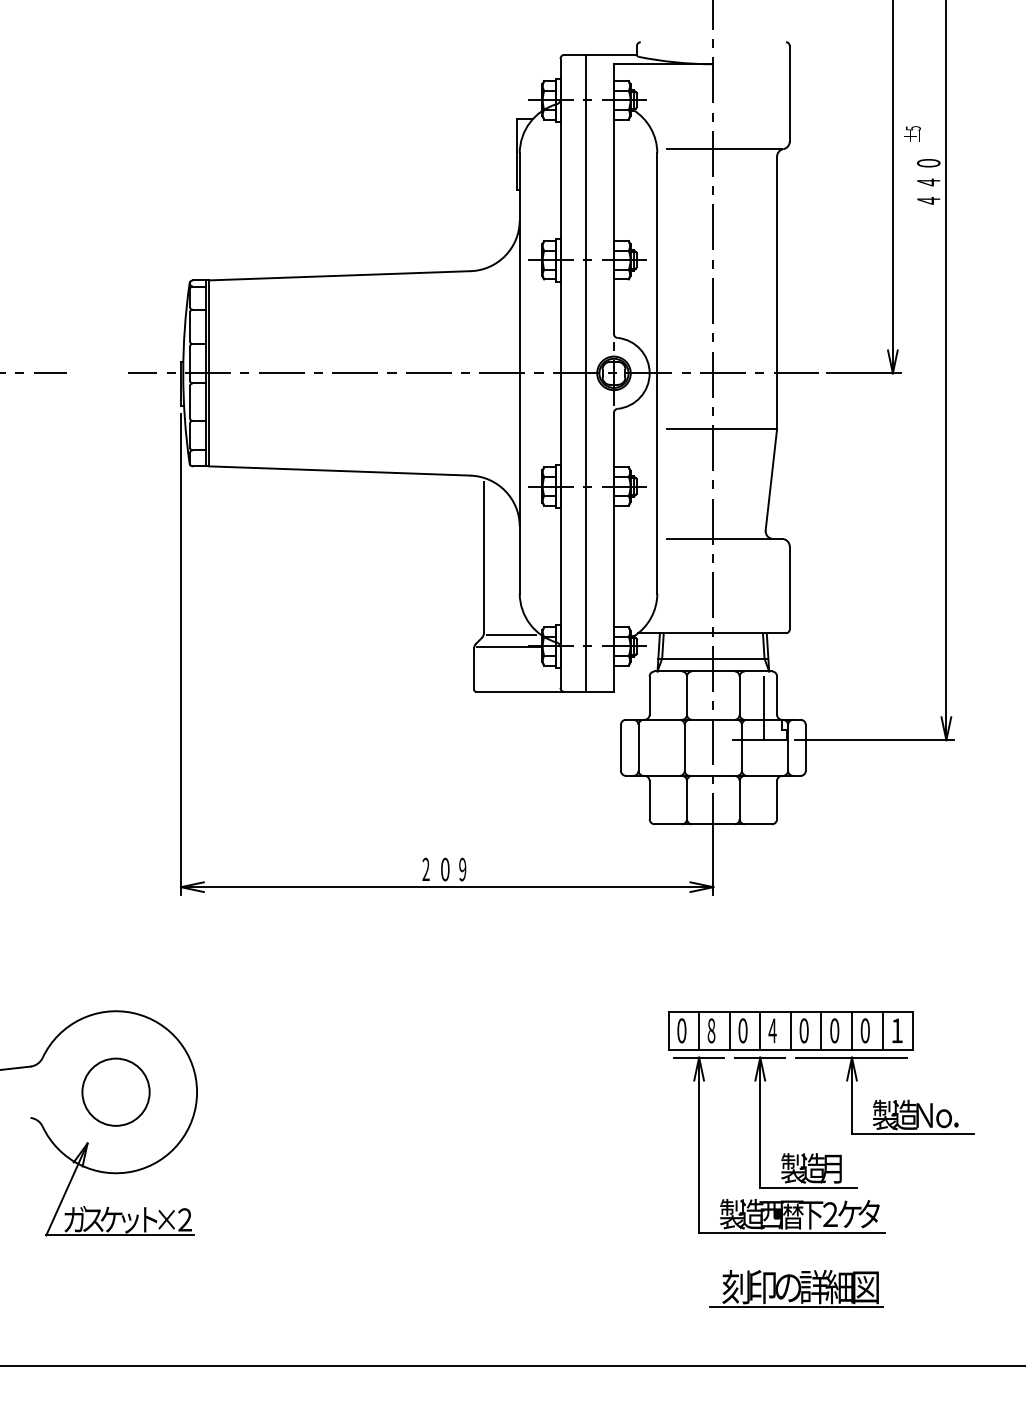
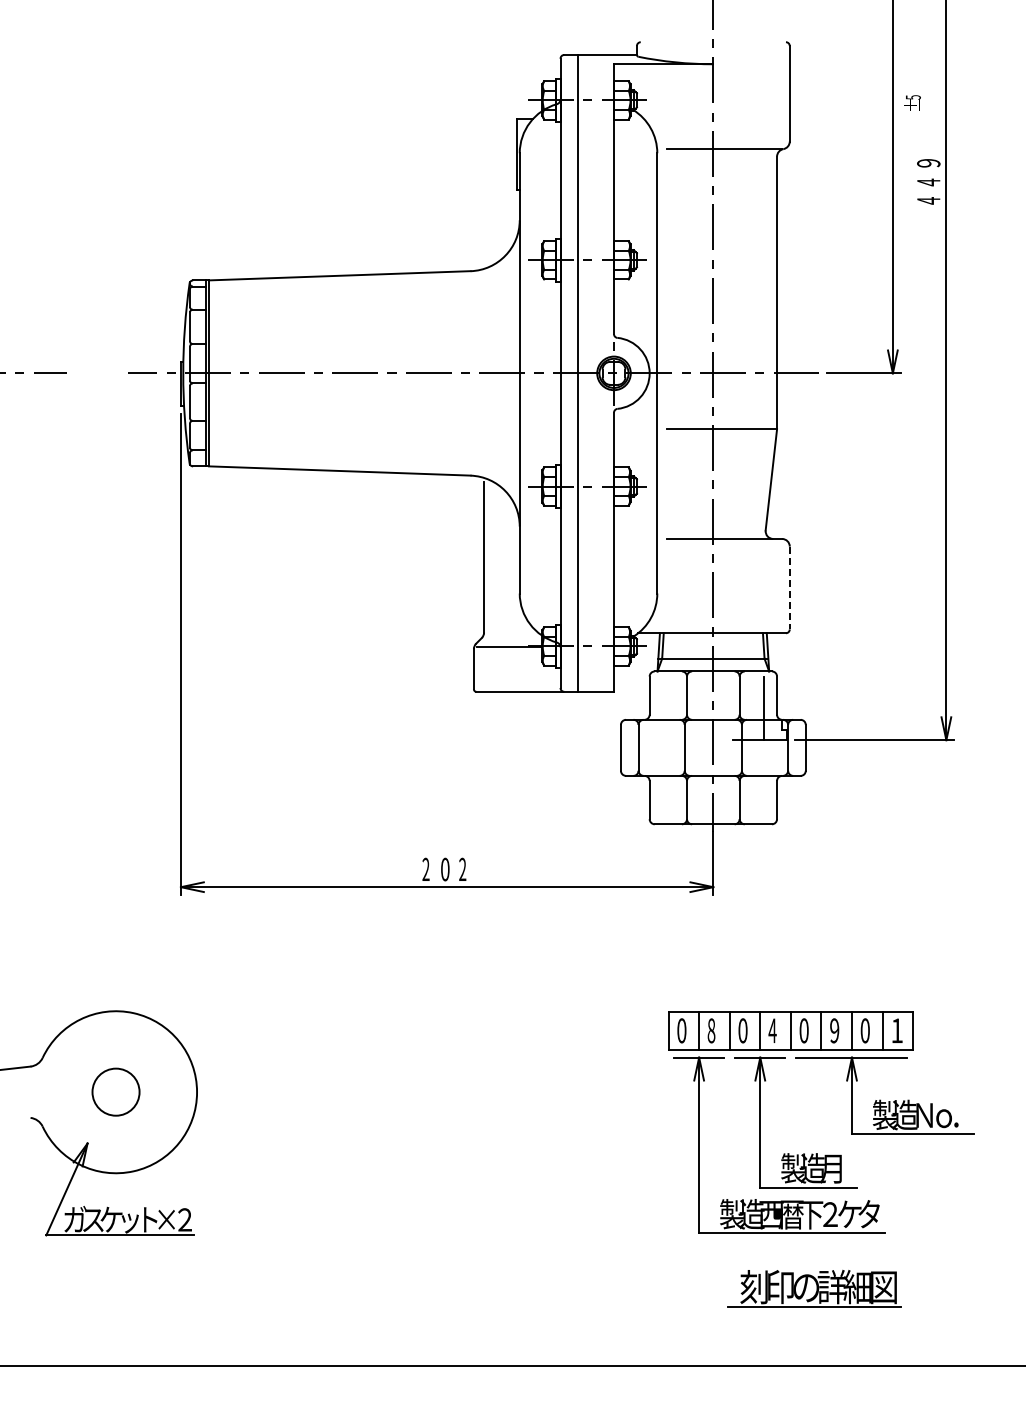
text at (912, 133) position: (912, 133) -> (912, 102)
text at (928, 163): 0 -> 9
line at (585, 372) position: (585, 372) -> (577, 372)
line at (789, 588): solid -> dashed
line at (511, 635): present -> none
text at (462, 869): 9 -> 2
text at (834, 1030): 0 -> 9
circle at (115, 1091) size: 70x70 px -> 50x50 px
part at (796, 1288) position: (796, 1288) -> (814, 1288)
